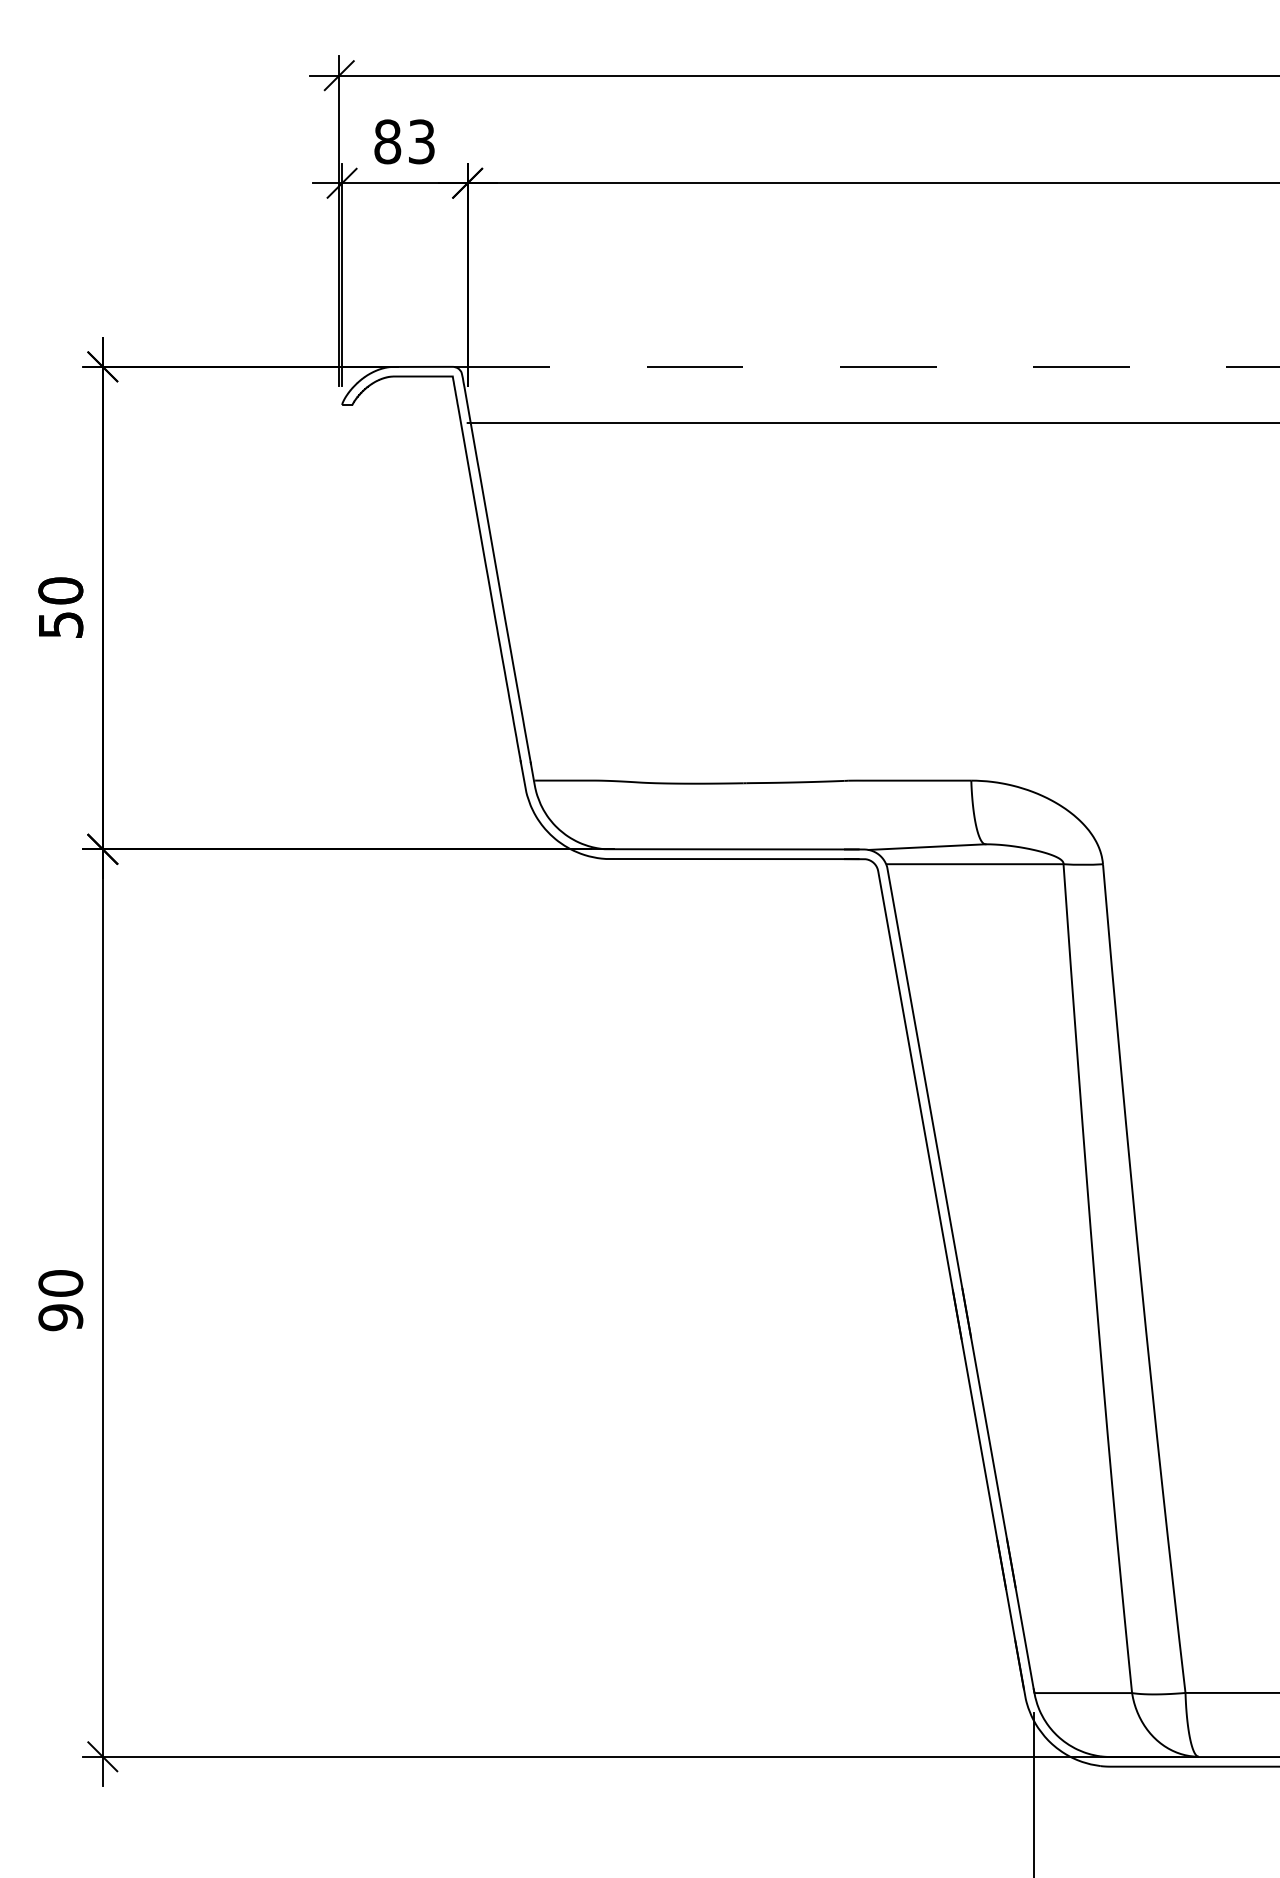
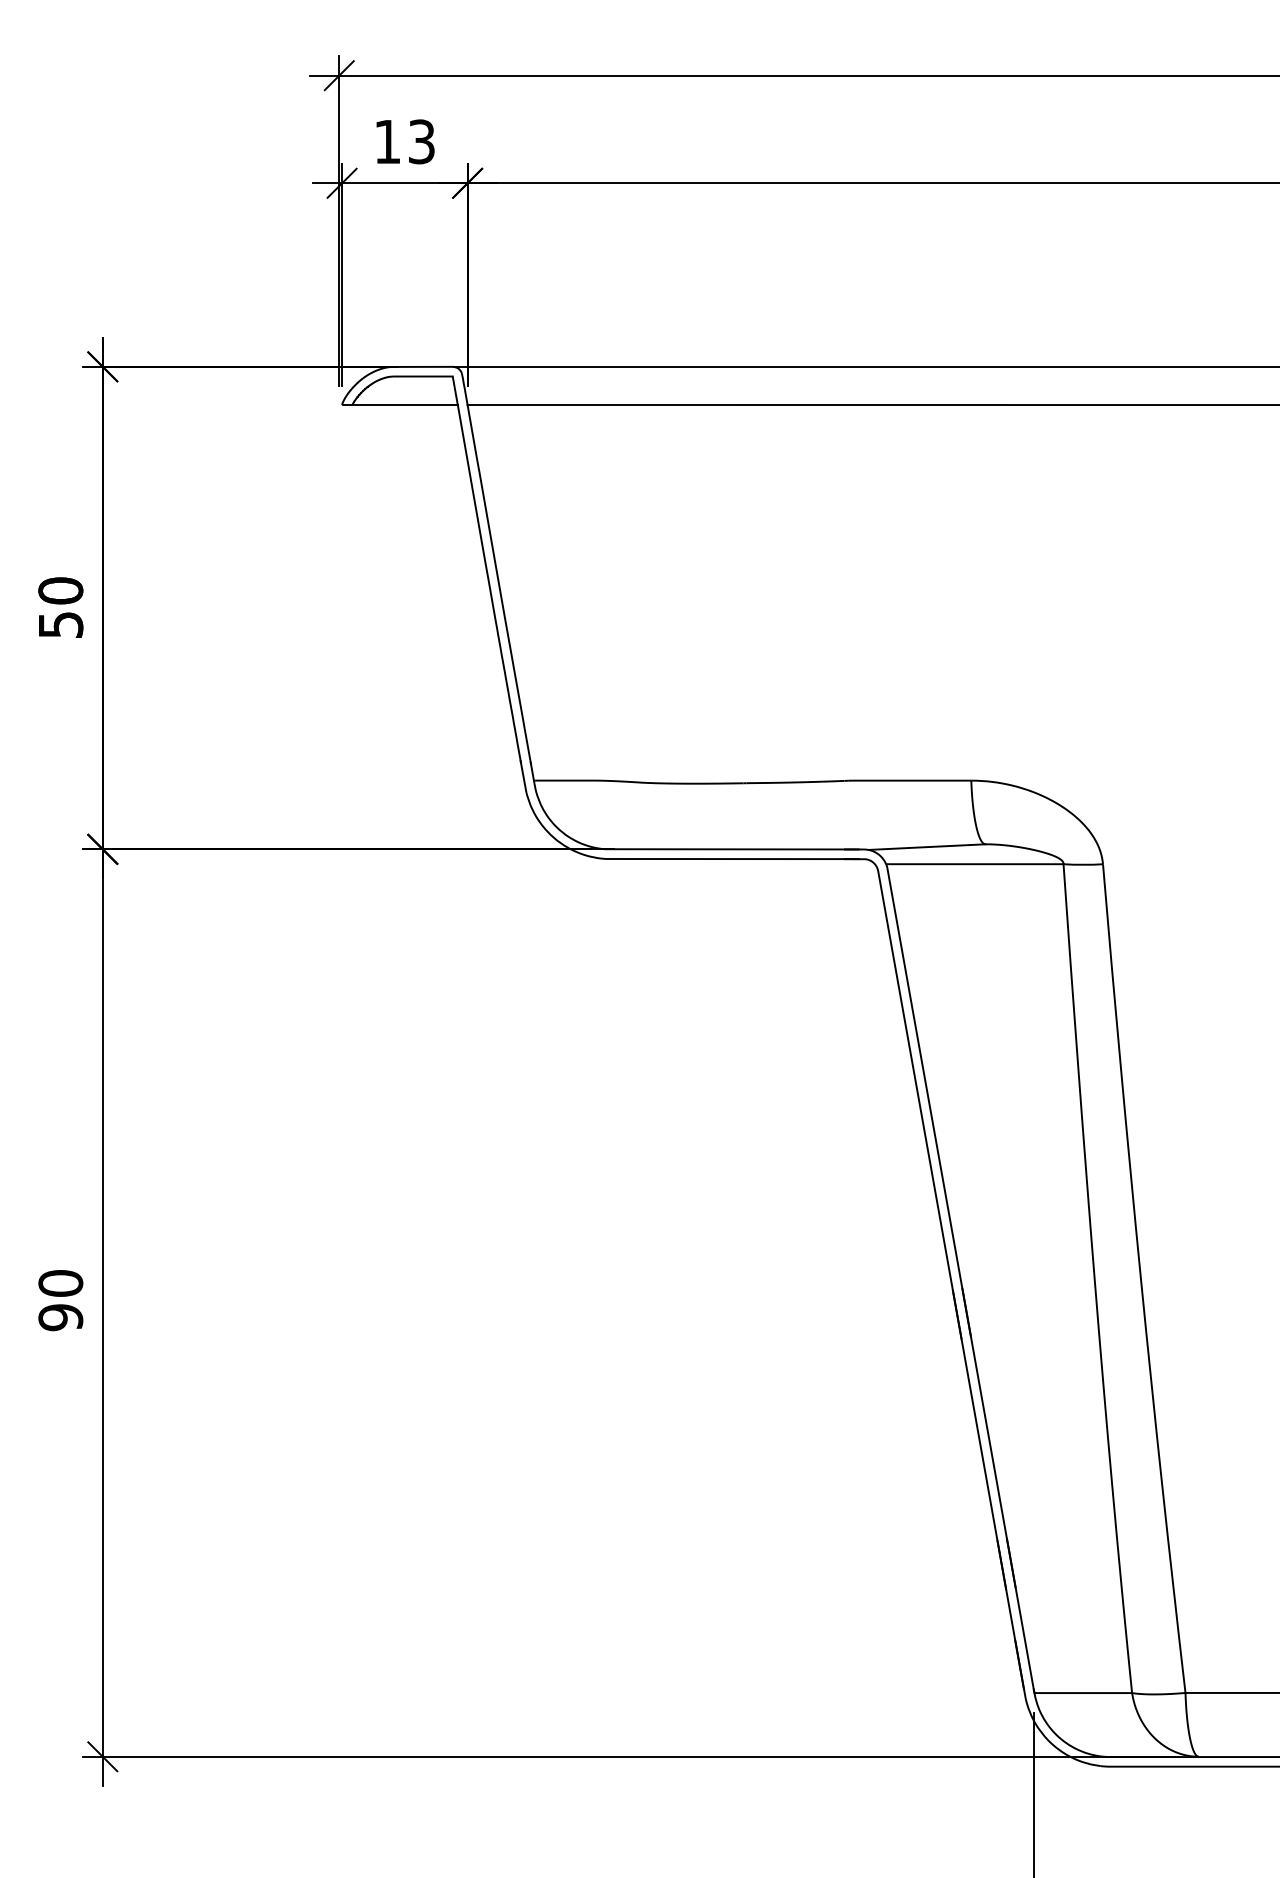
text at (387, 141): 83 -> 13
line at (866, 366): dashed -> solid
line at (404, 405): none -> present
line at (871, 423) position: (871, 423) -> (871, 405)
